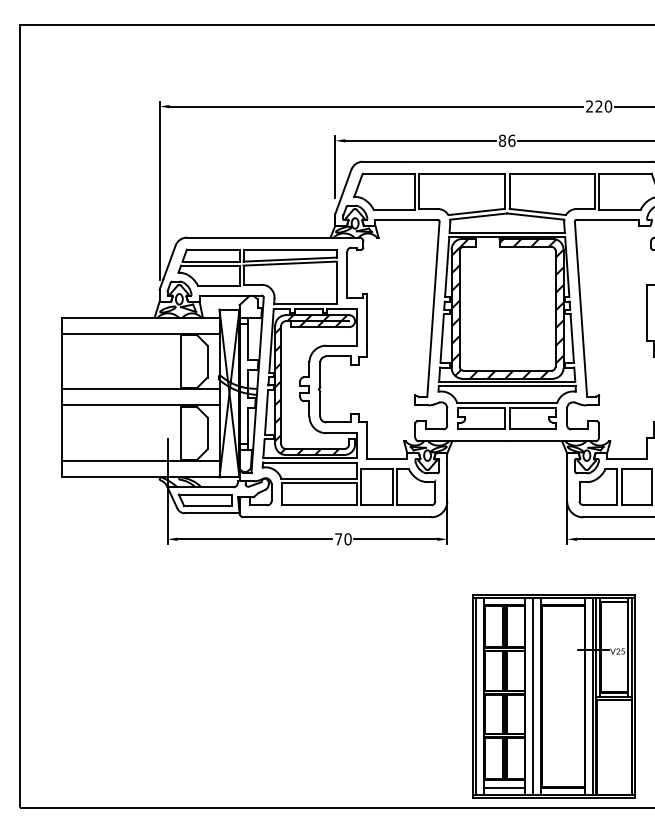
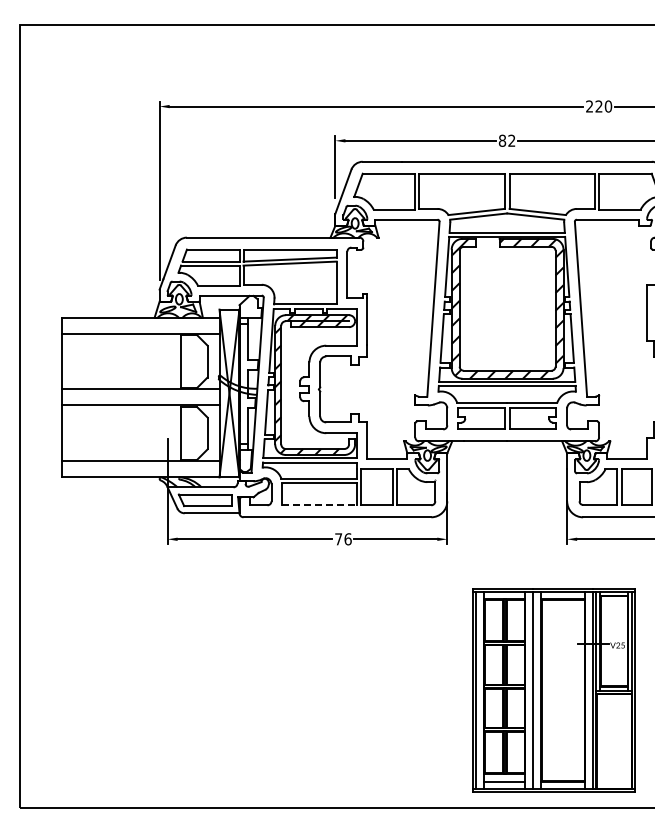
text at (511, 140): 86 -> 82
line at (319, 505): solid -> dashed
text at (347, 539): 70 -> 76
part at (553, 696) position: (553, 696) -> (553, 690)
